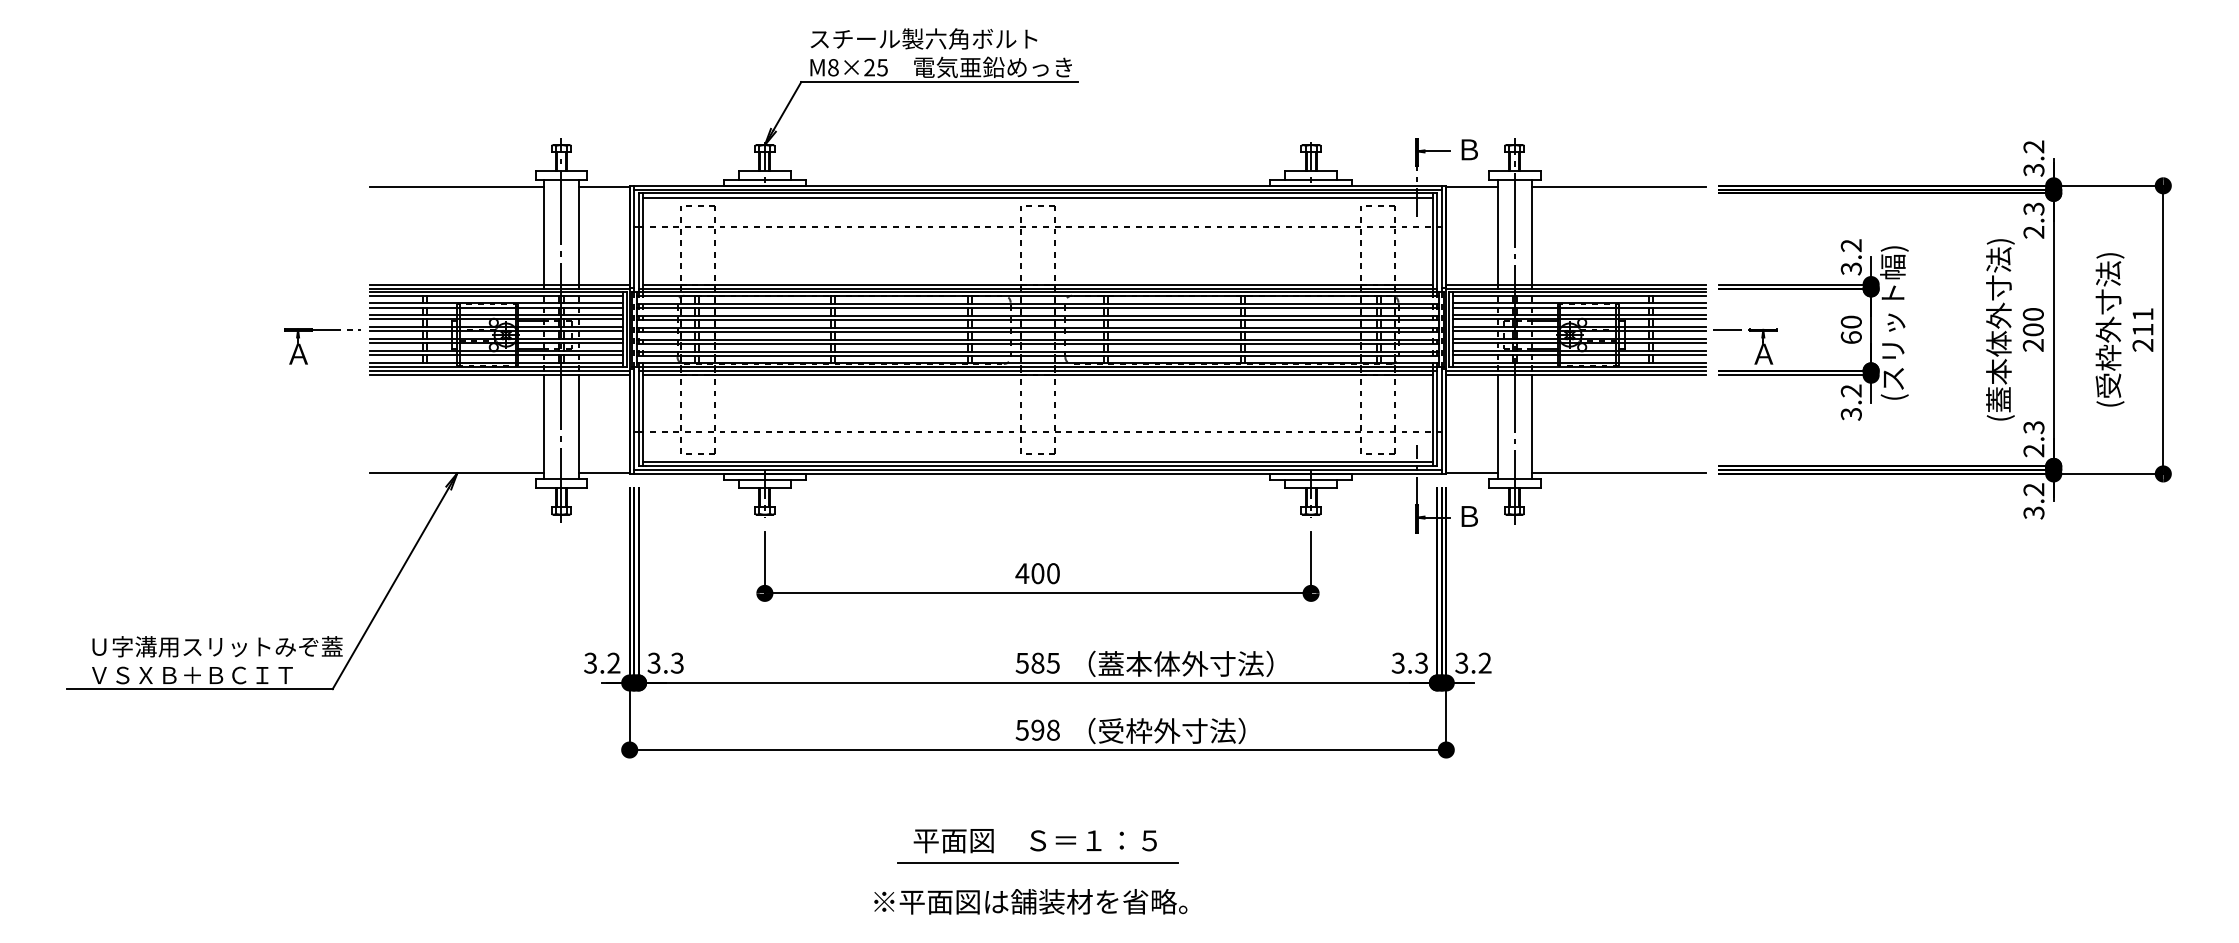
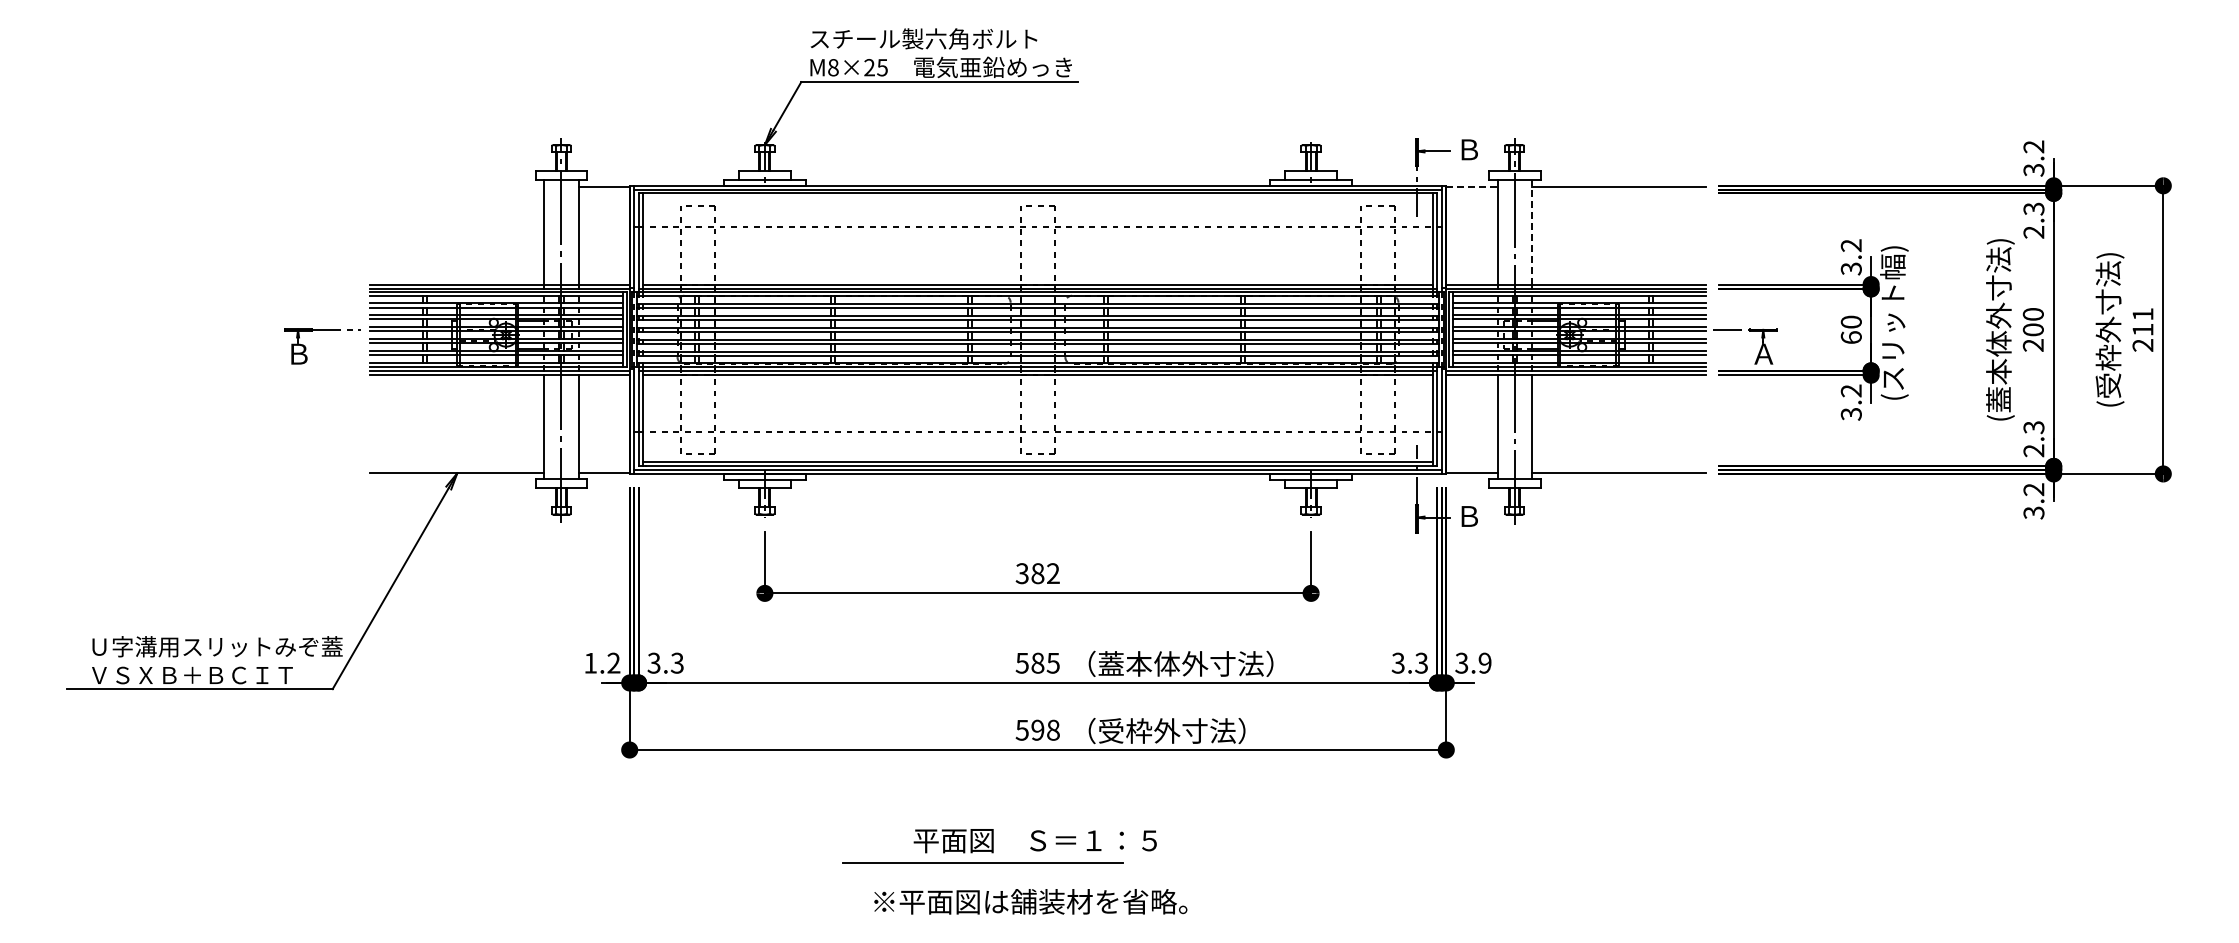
line at (456, 186): present -> none
line at (1471, 186): solid -> dashed
line at (1037, 197): present -> none
line at (1531, 231): solid -> dashed
text at (298, 353): Ａ -> Ｂ
text at (1037, 573): 400 -> 382
text at (590, 662): 3.2 -> 1.2
text at (1484, 663): 3.2 -> 3.9
line at (1037, 862) position: (1037, 862) -> (982, 862)
